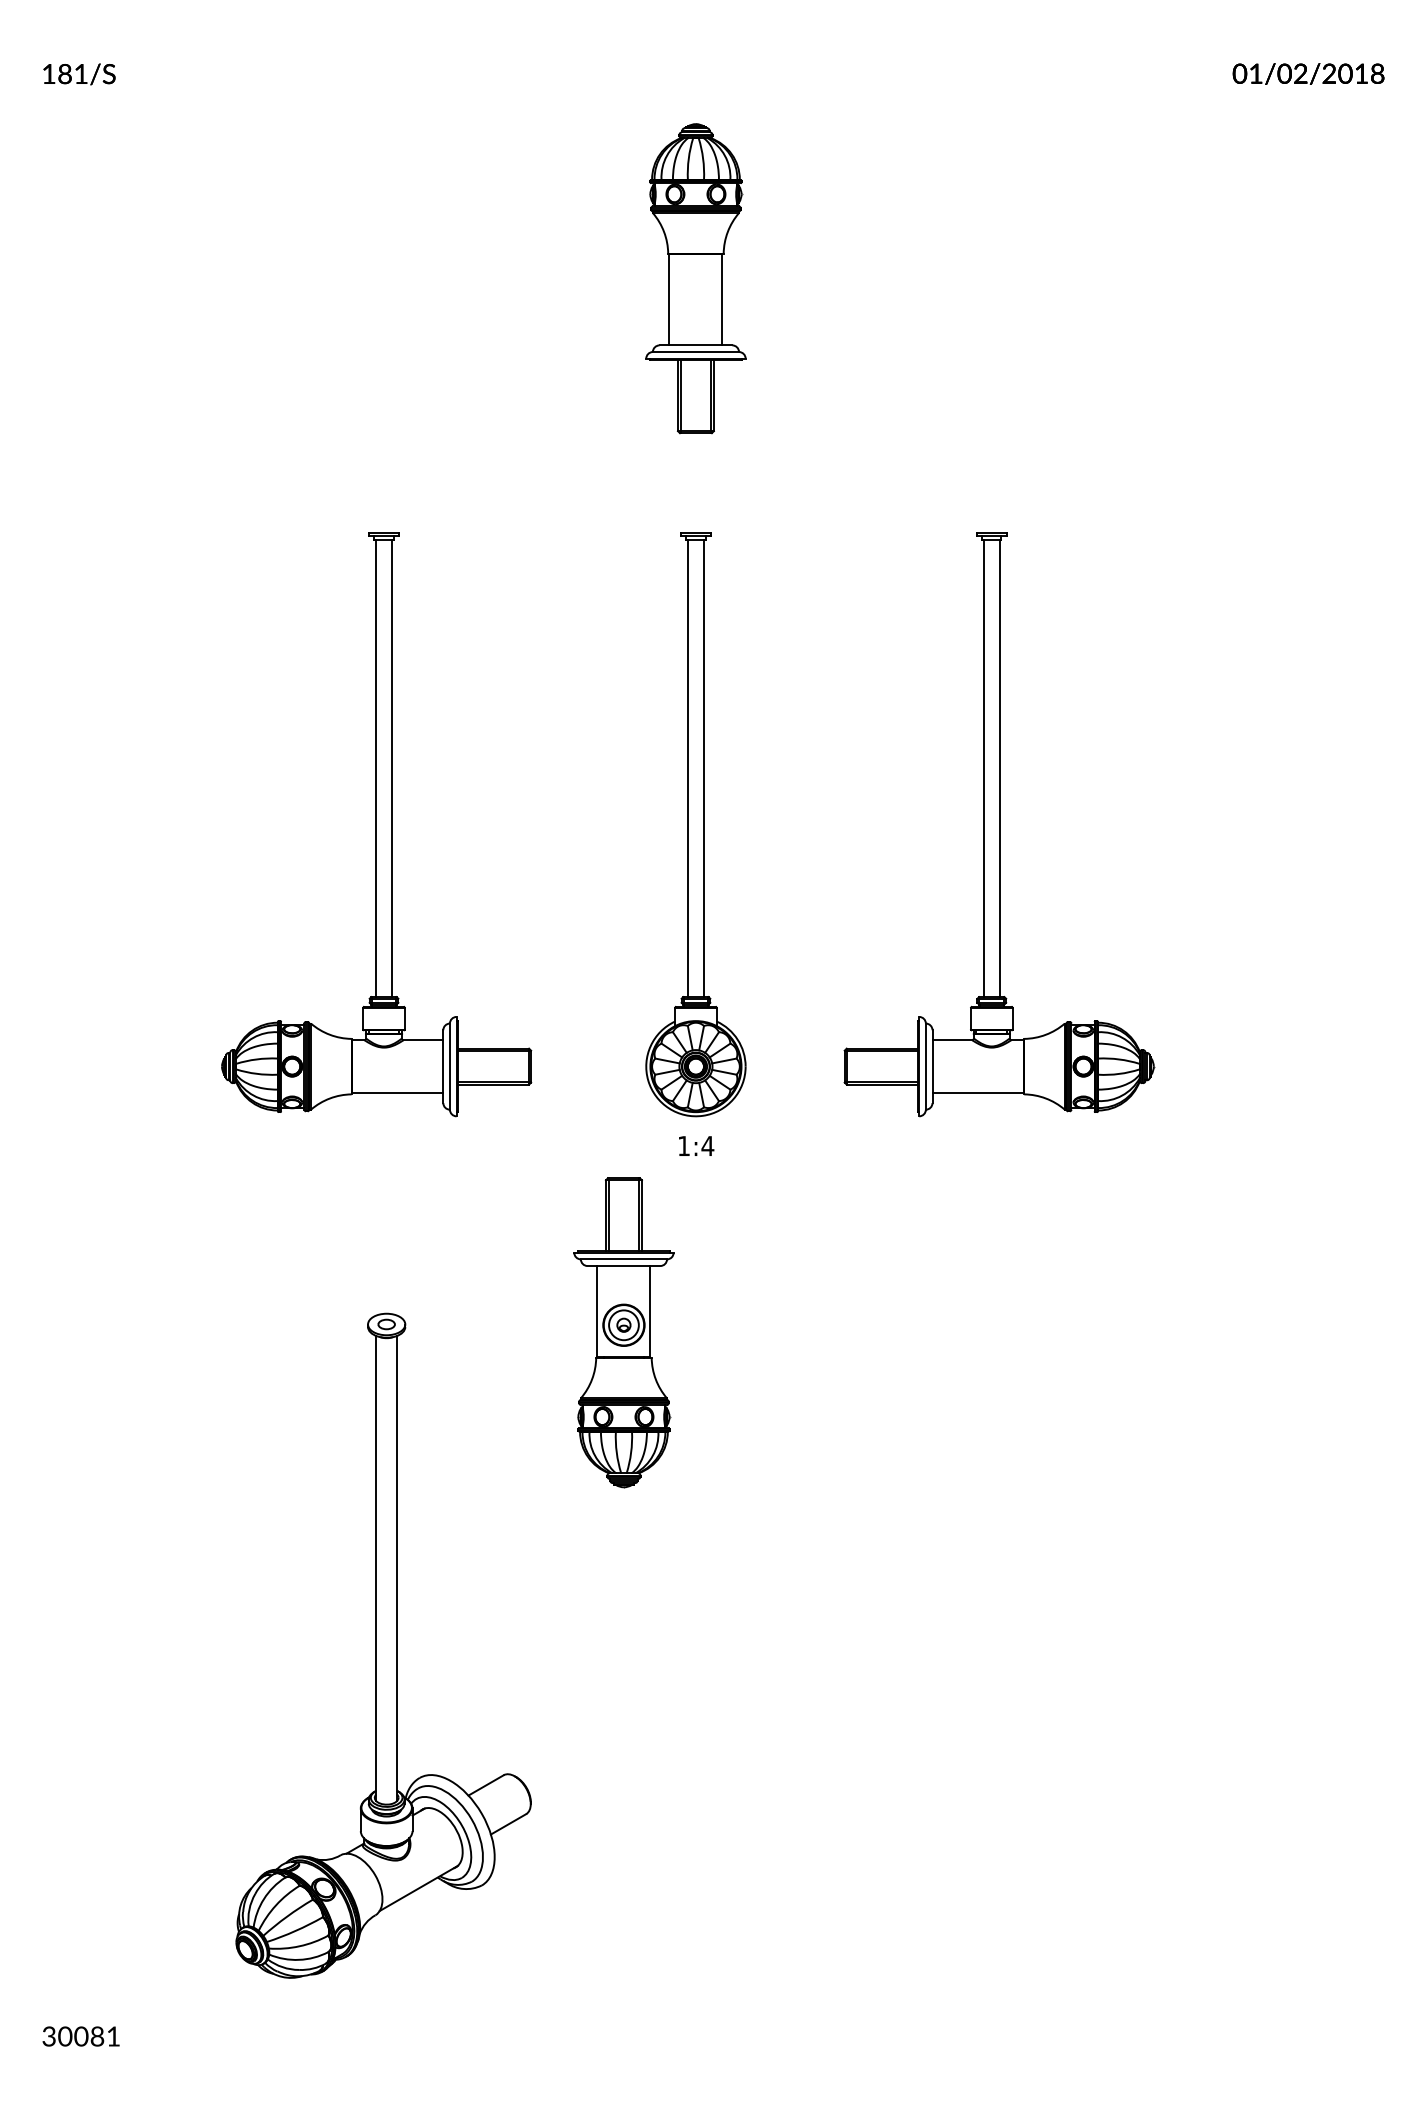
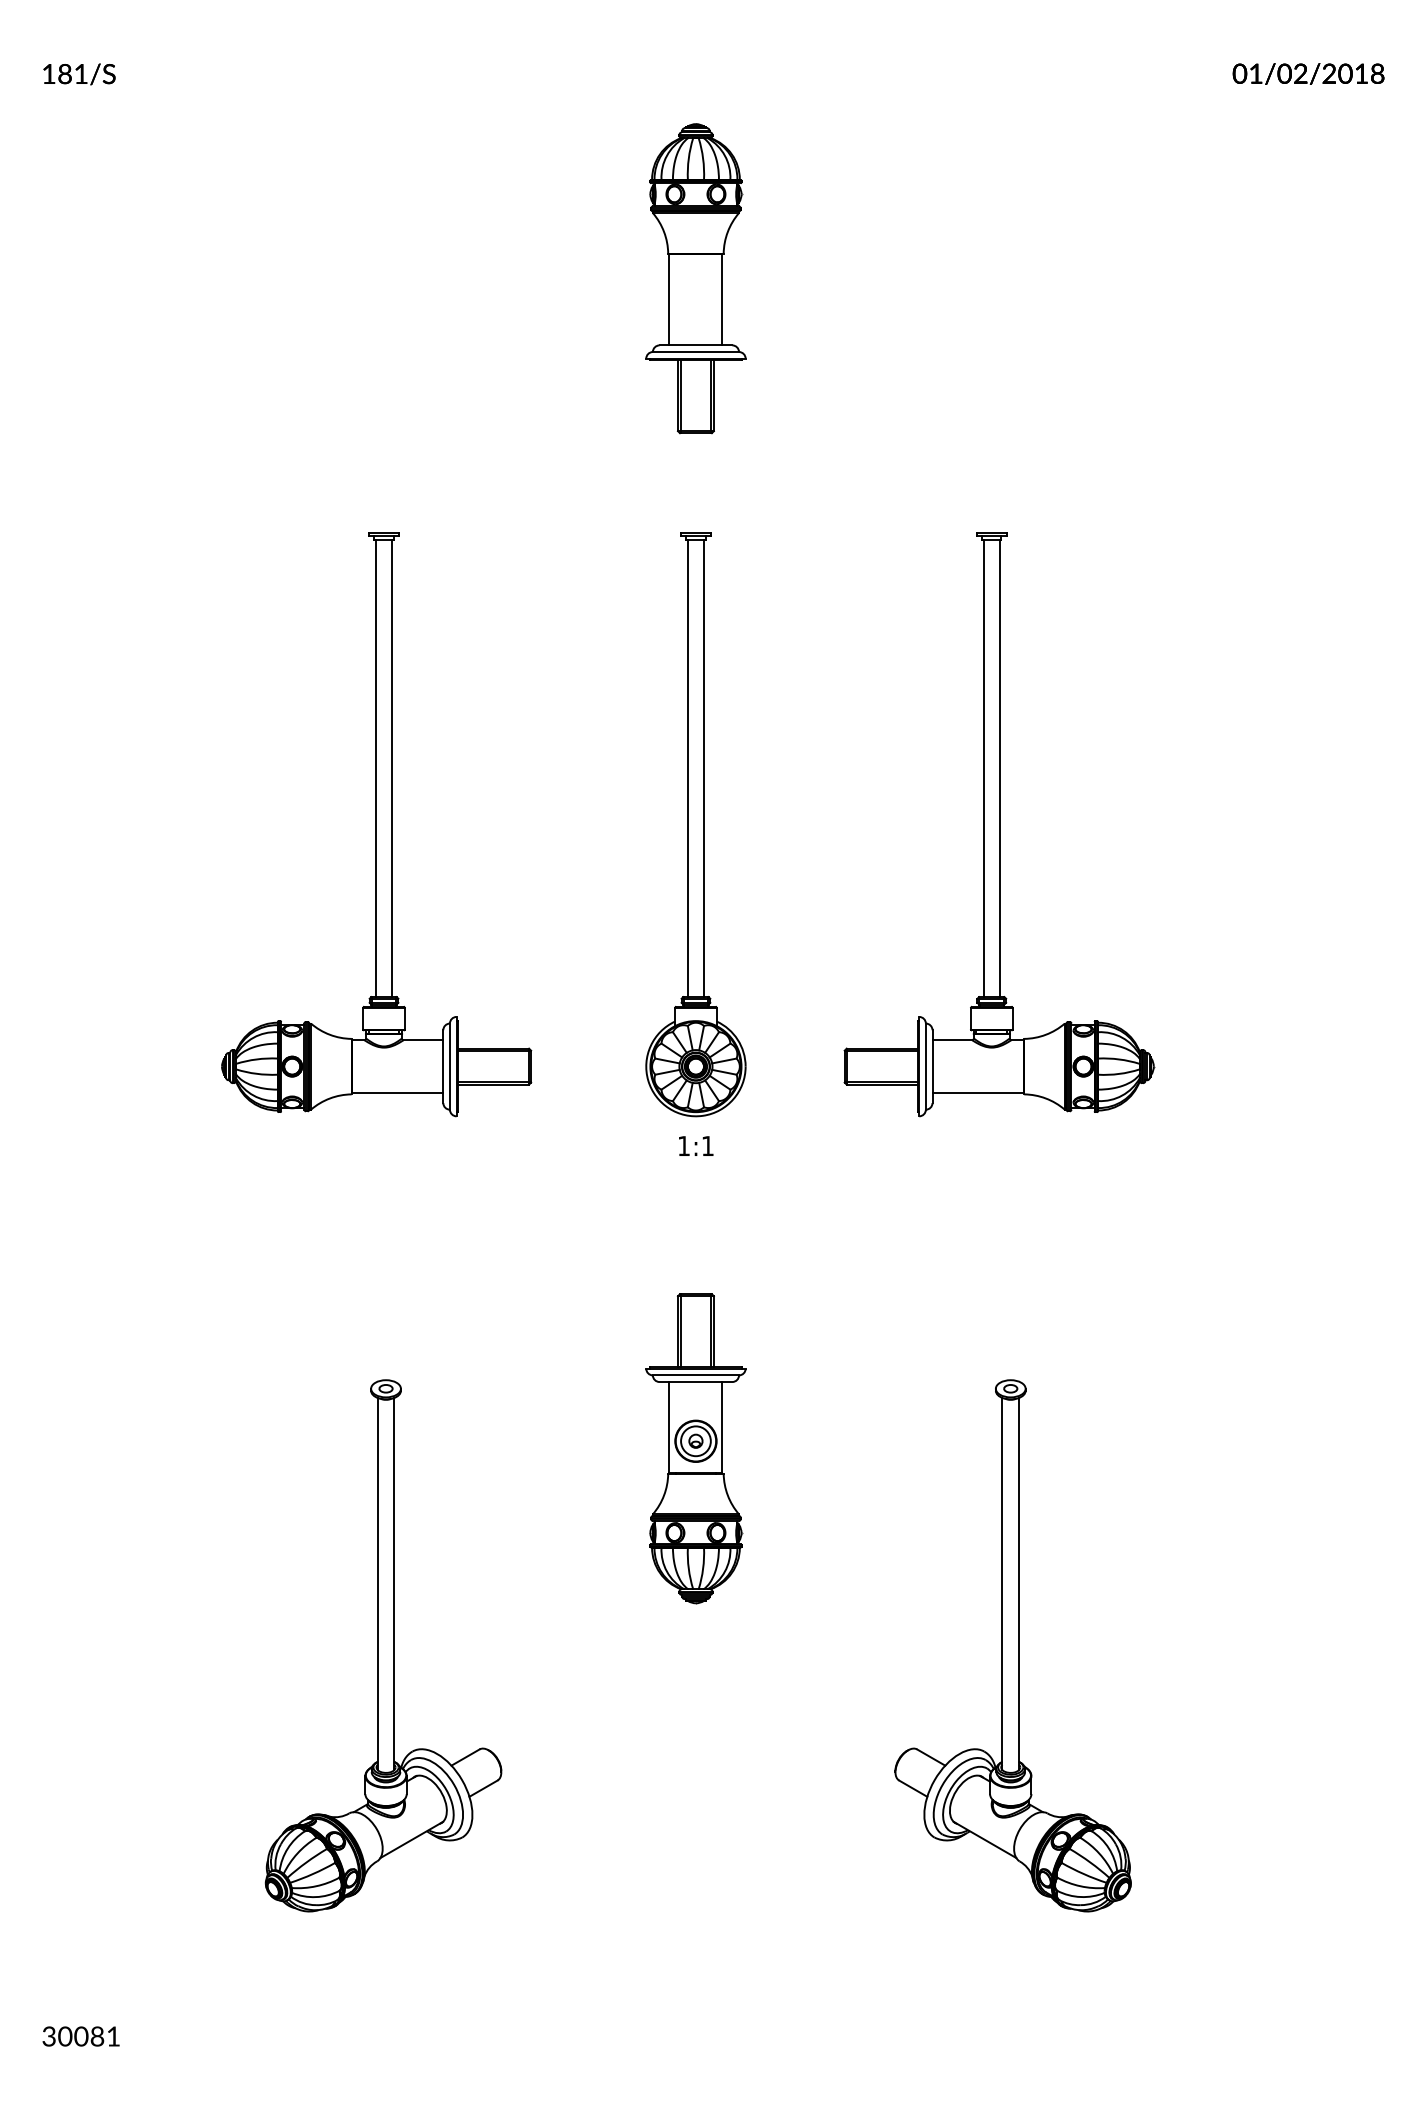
text at (707, 1145): 1:4 -> 1:1
part at (623, 1332) position: (623, 1332) -> (695, 1448)
part at (383, 1645) size: 297x667 px -> 239x534 px
part at (1012, 1645): none -> present
